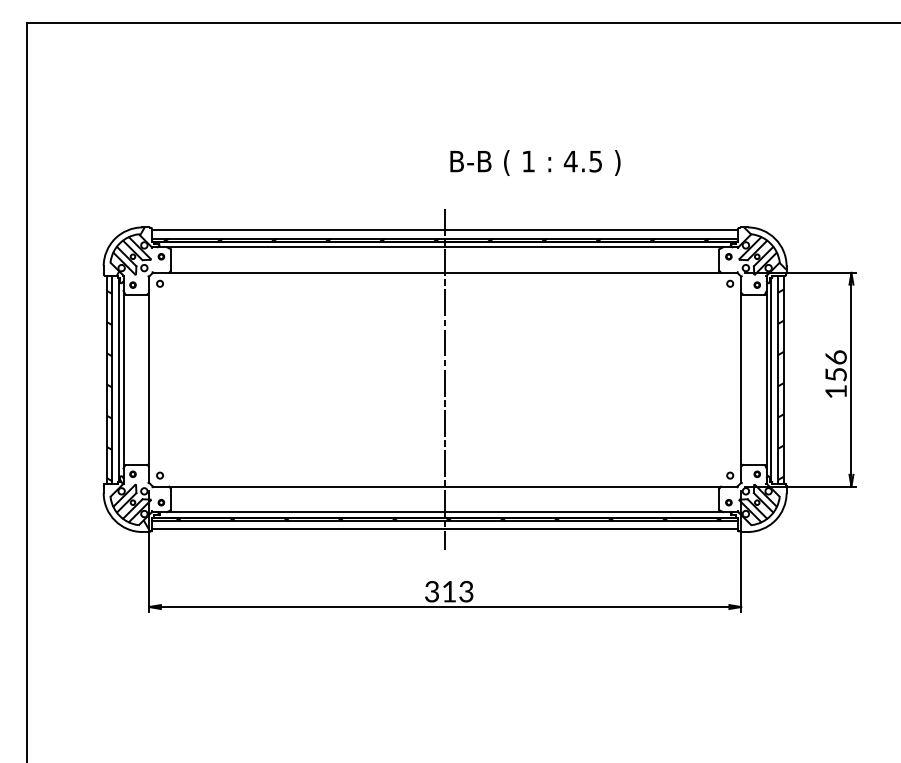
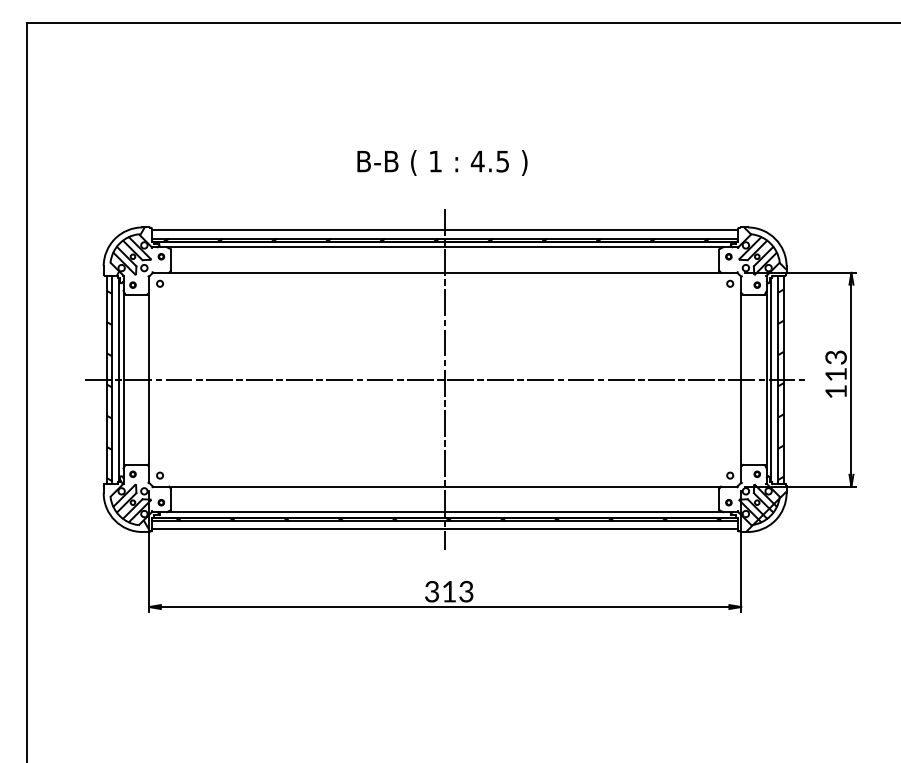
text at (535, 162) position: (535, 162) -> (442, 162)
text at (835, 365): 156 -> 113
line at (445, 379): none -> present
hatch at (766, 511): none -> present
